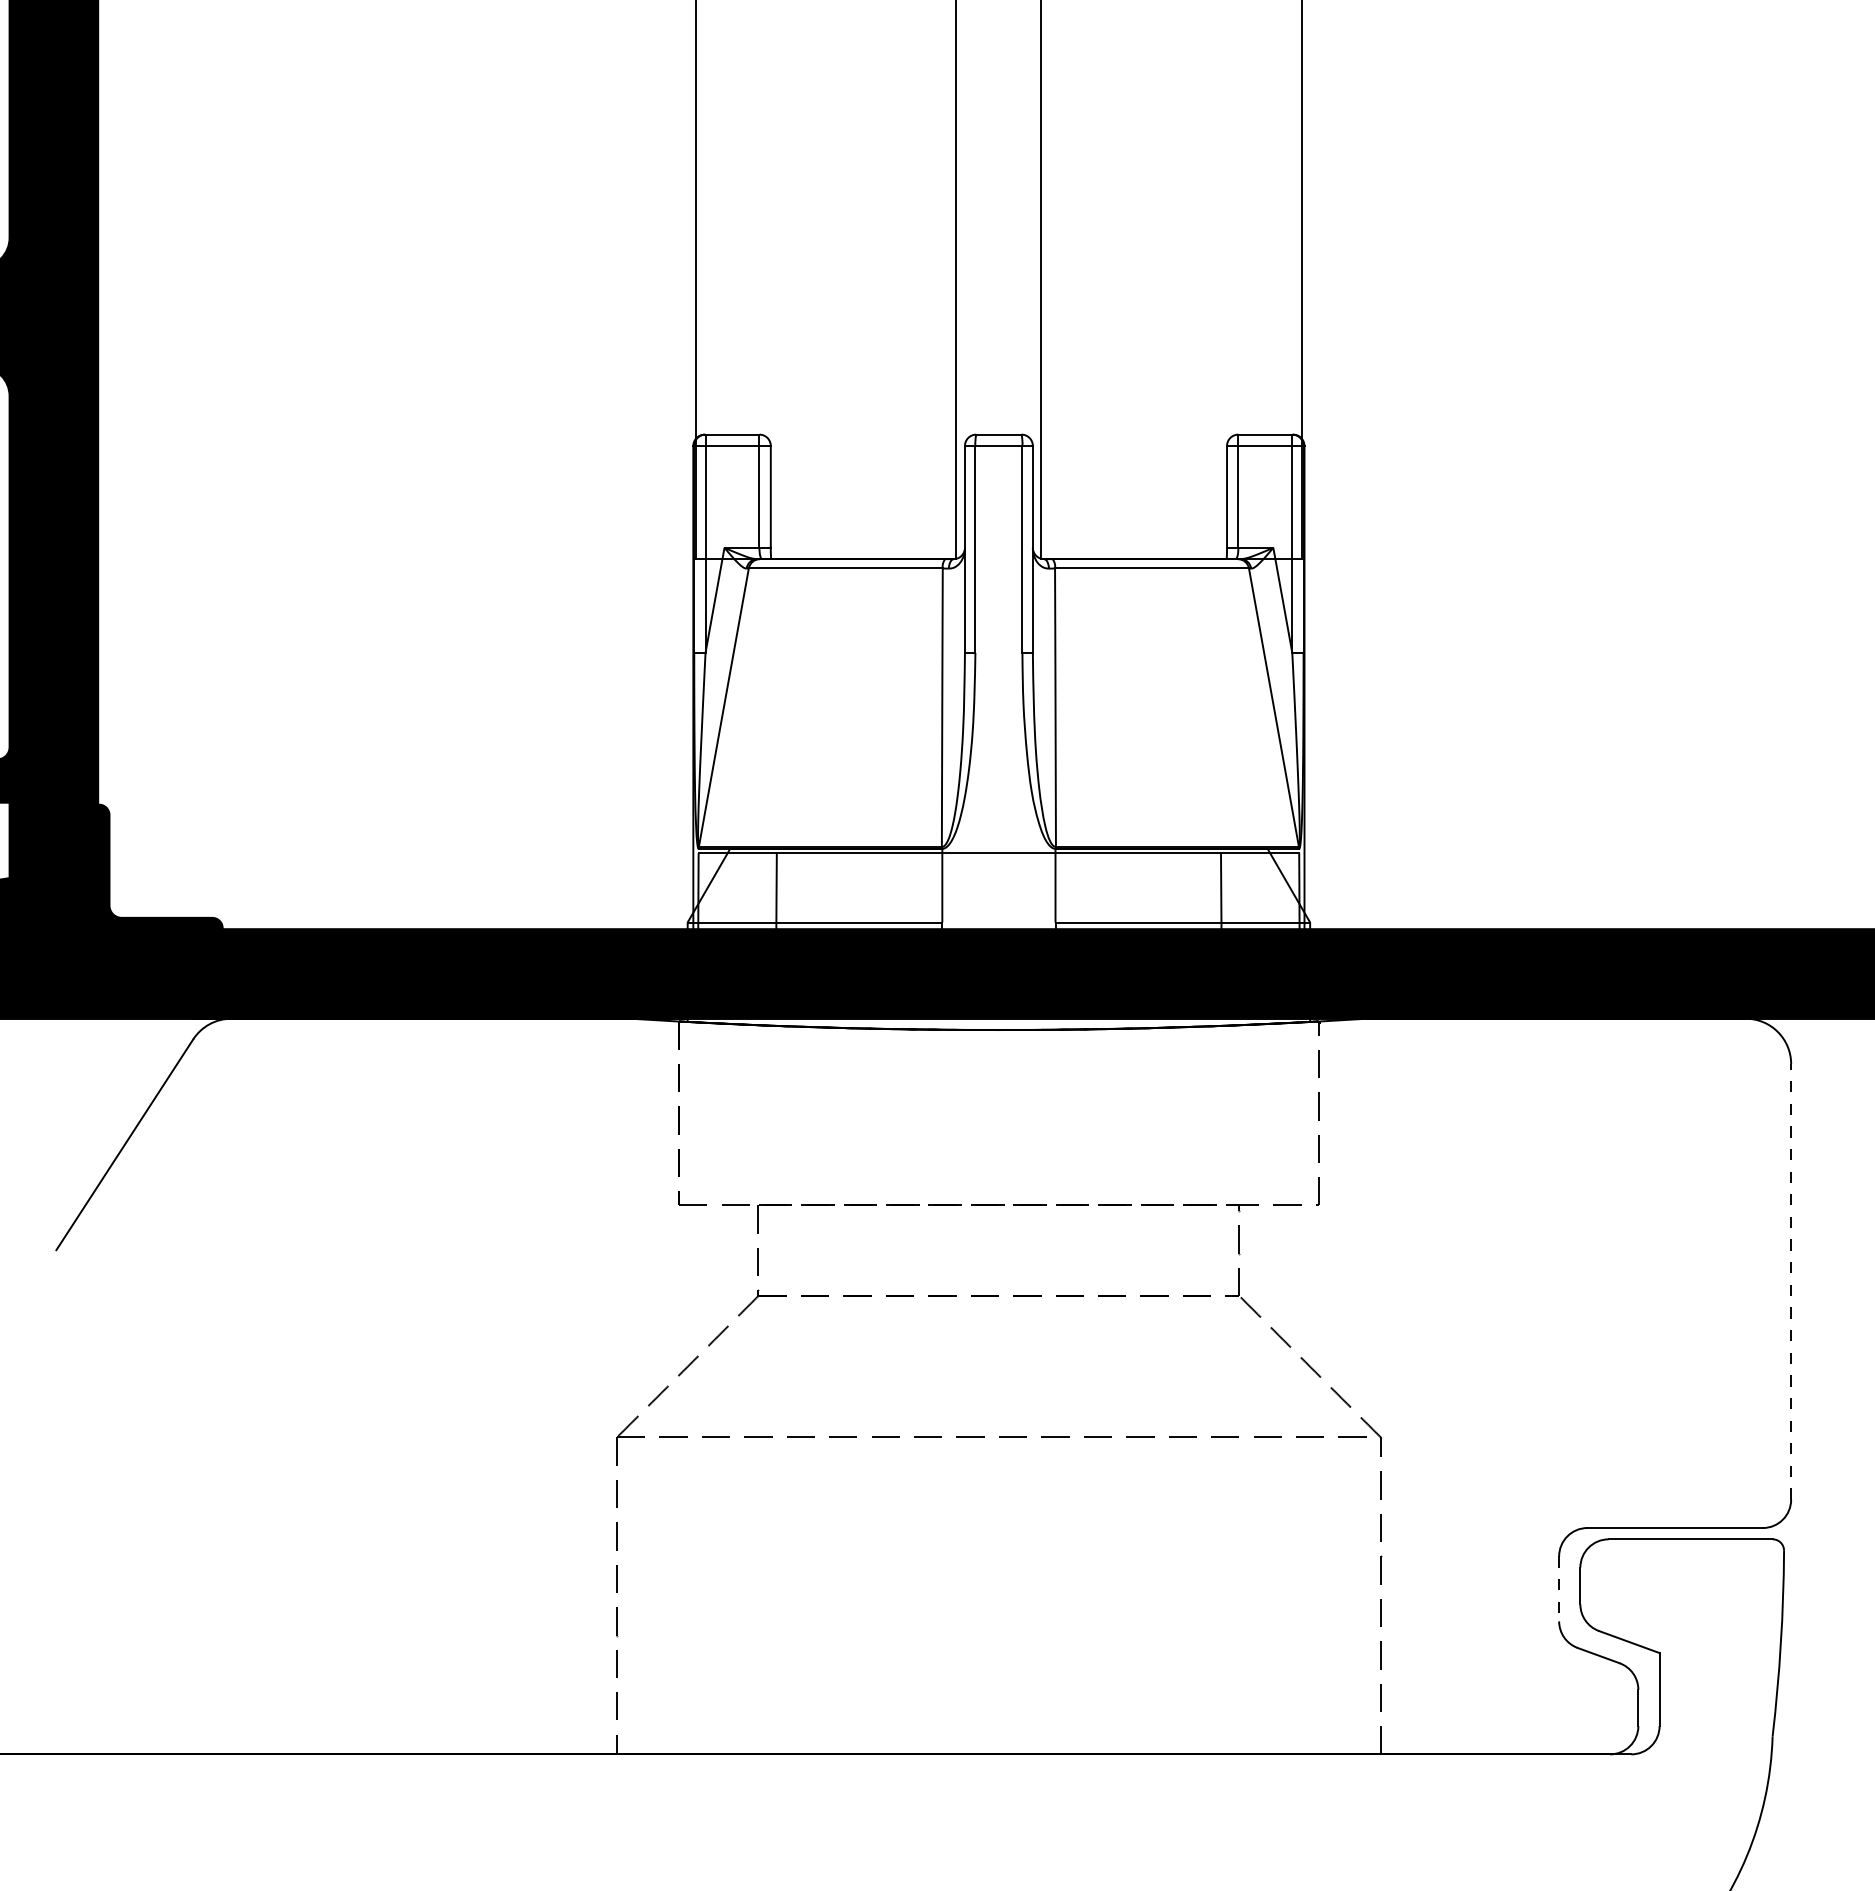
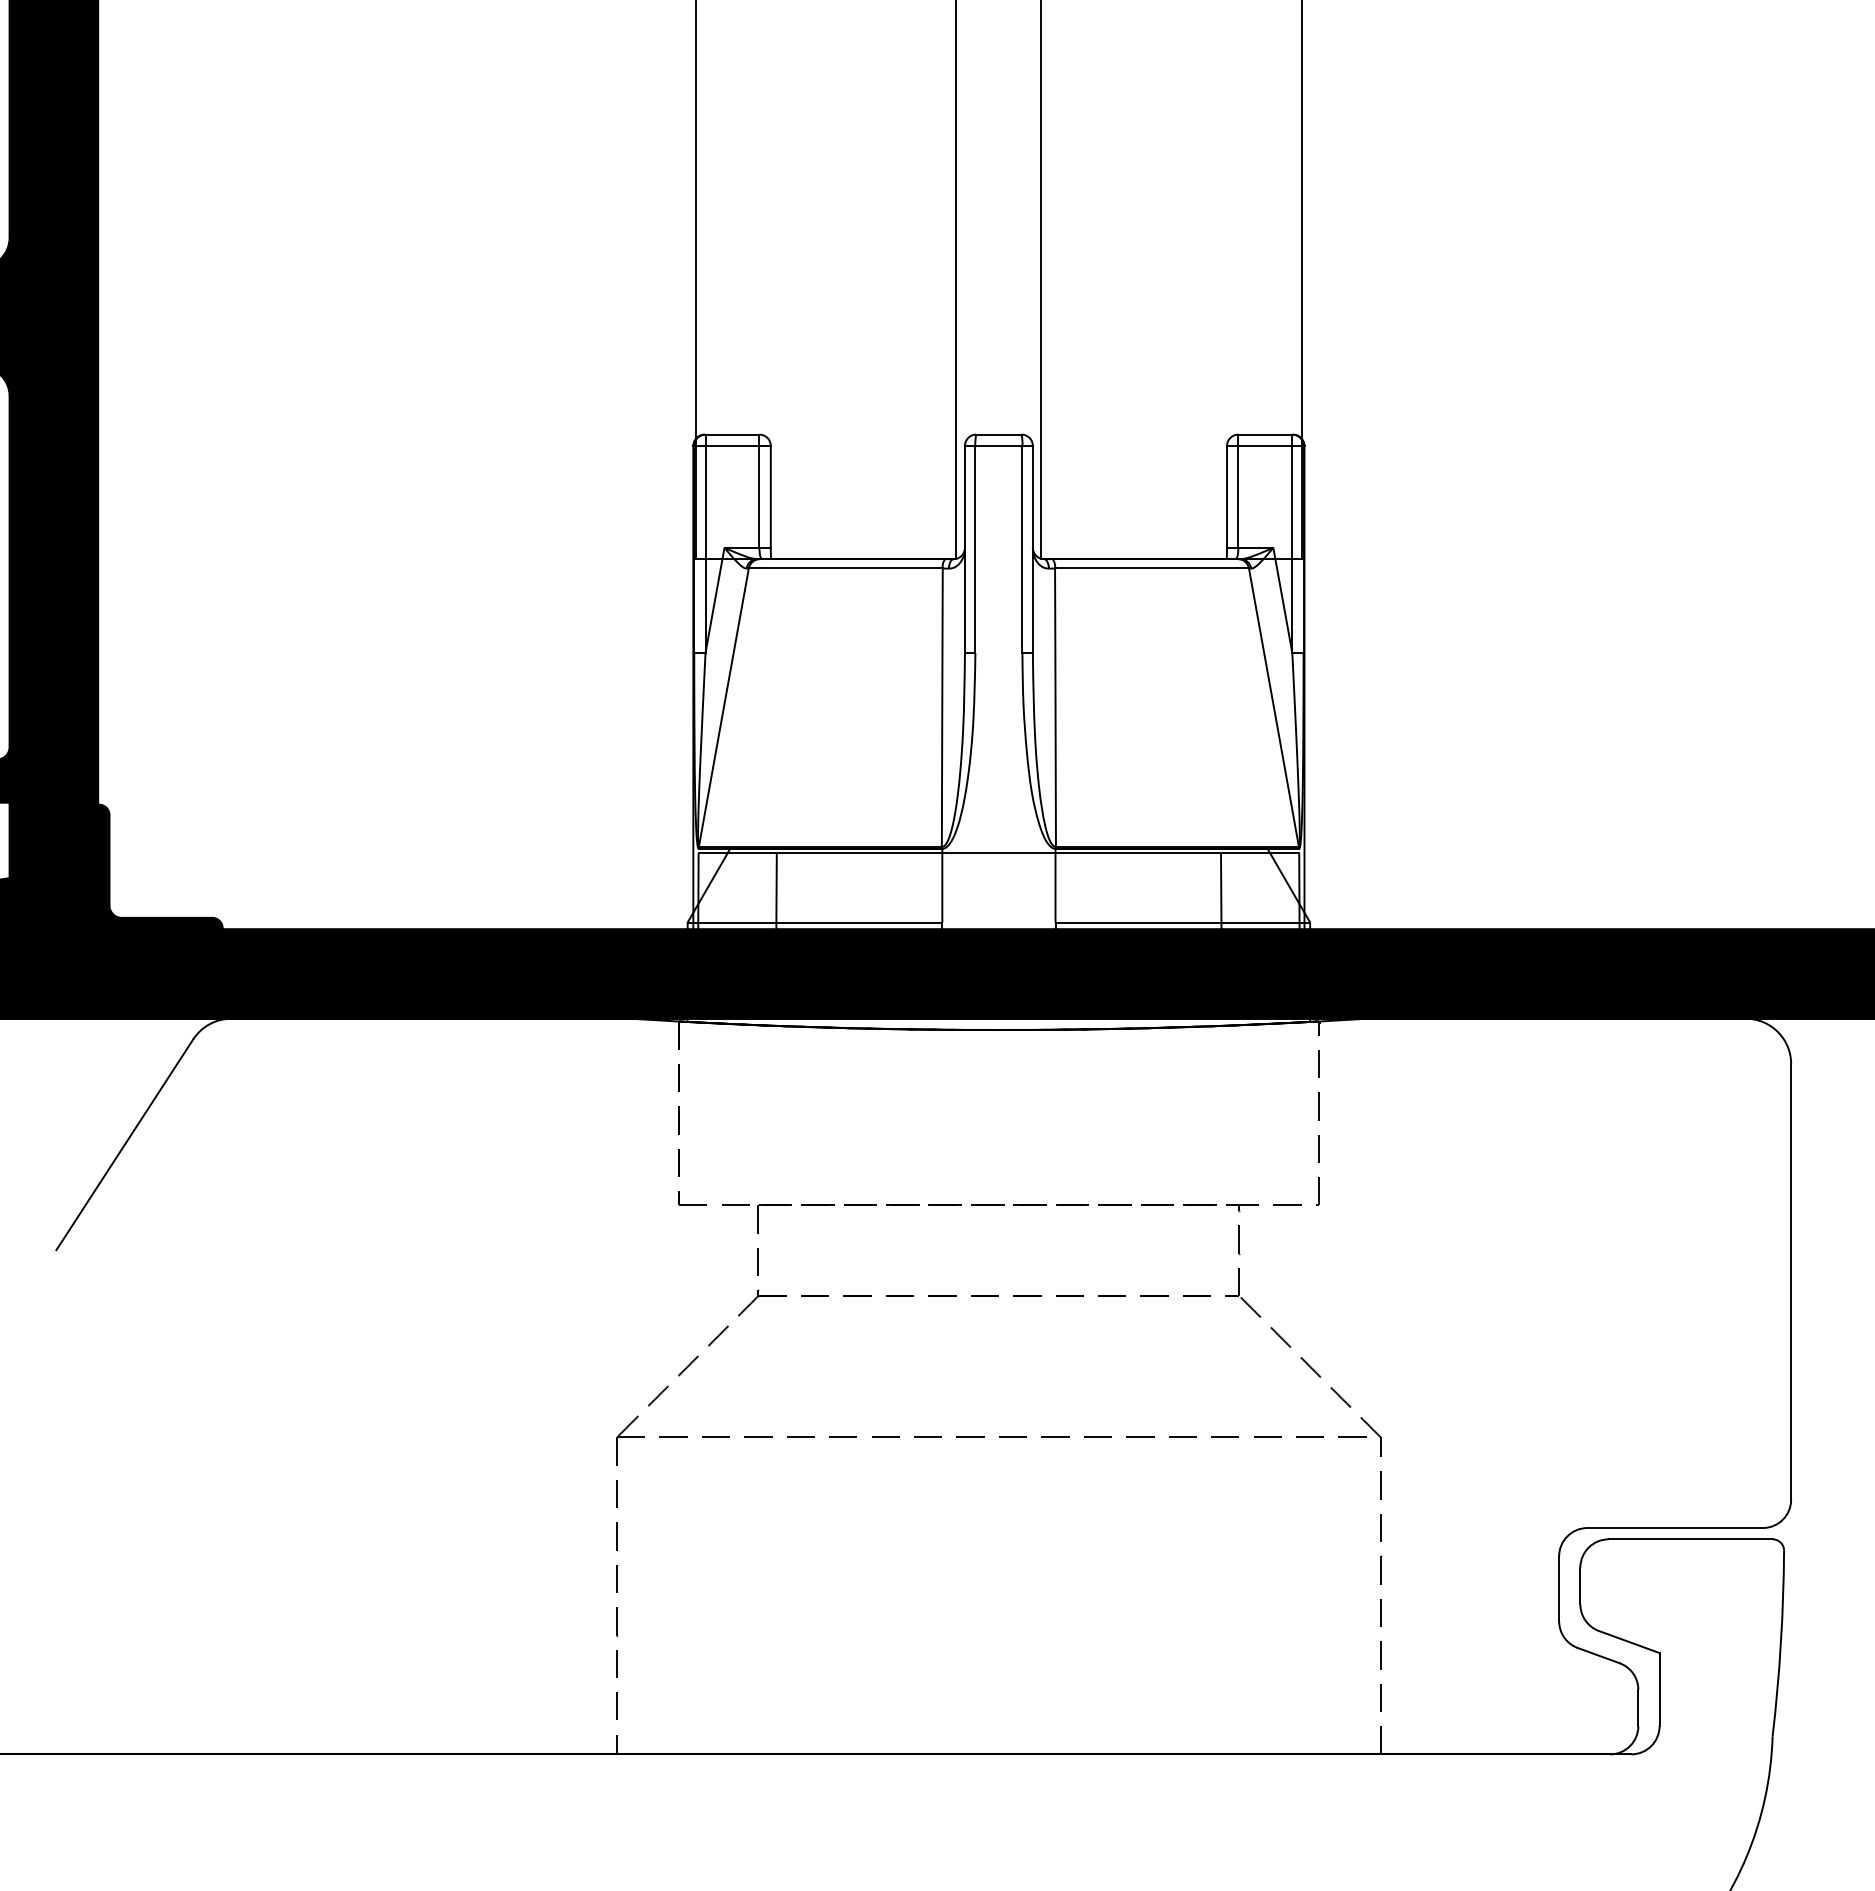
line at (1791, 1281): dashed -> solid
line at (1559, 1588): dashed -> solid
